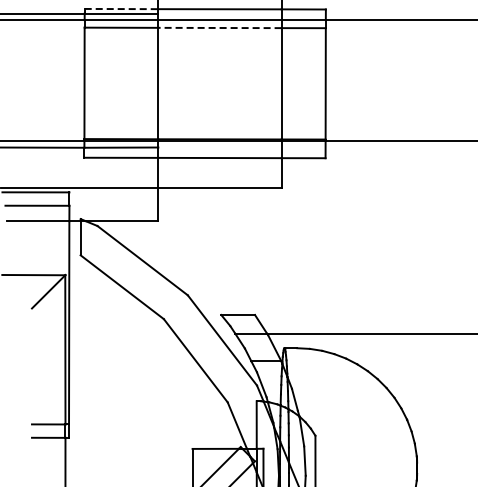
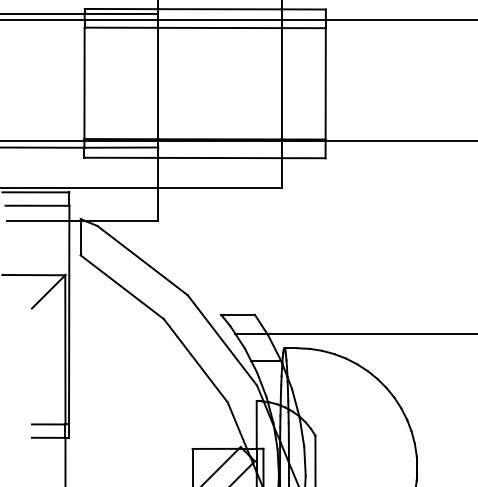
line at (121, 9): dashed -> solid
line at (219, 27): dashed -> solid
